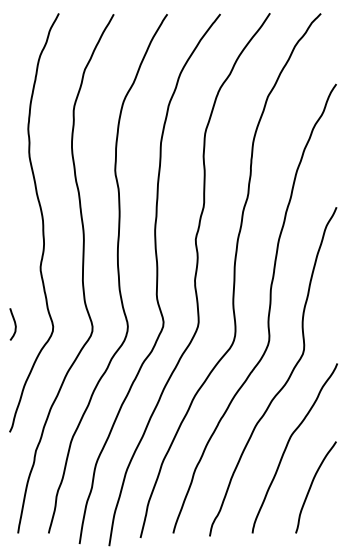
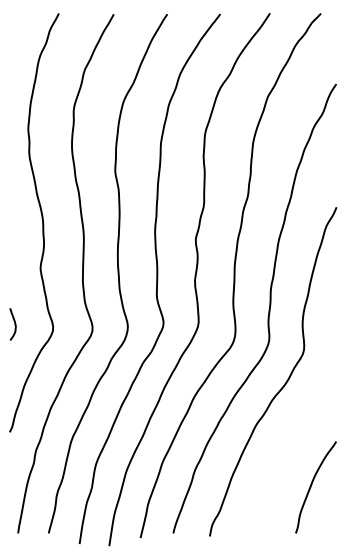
curve at (287, 447): present -> none
